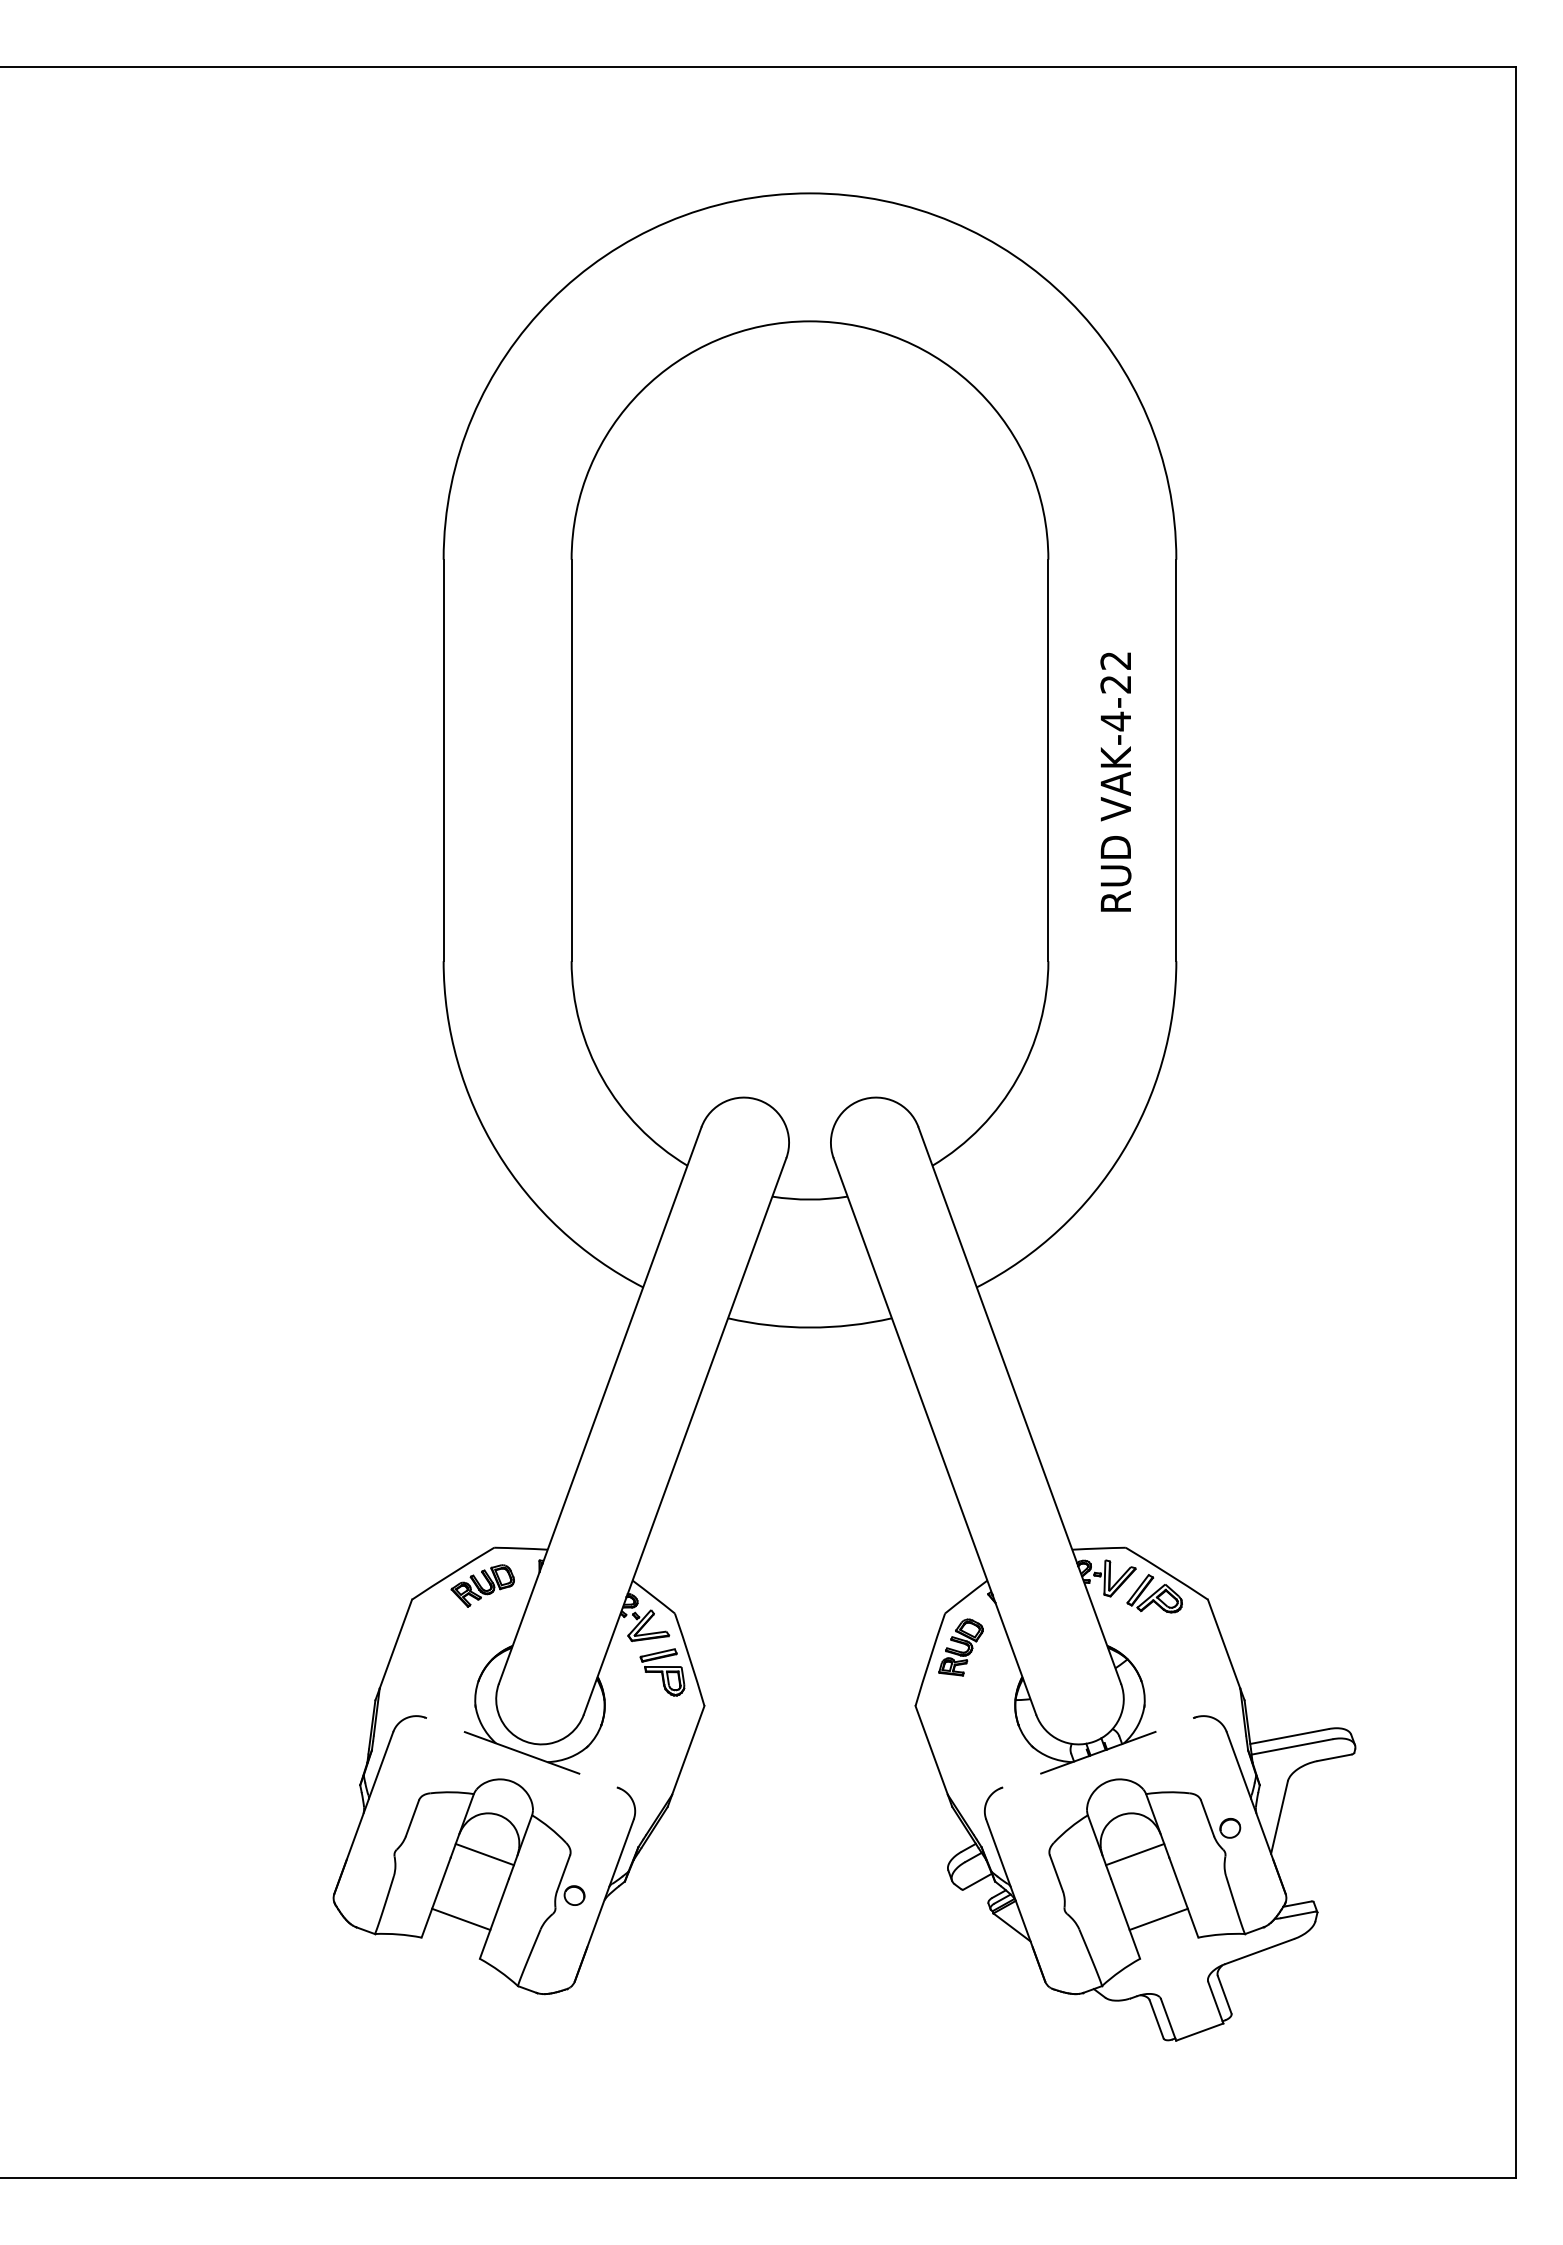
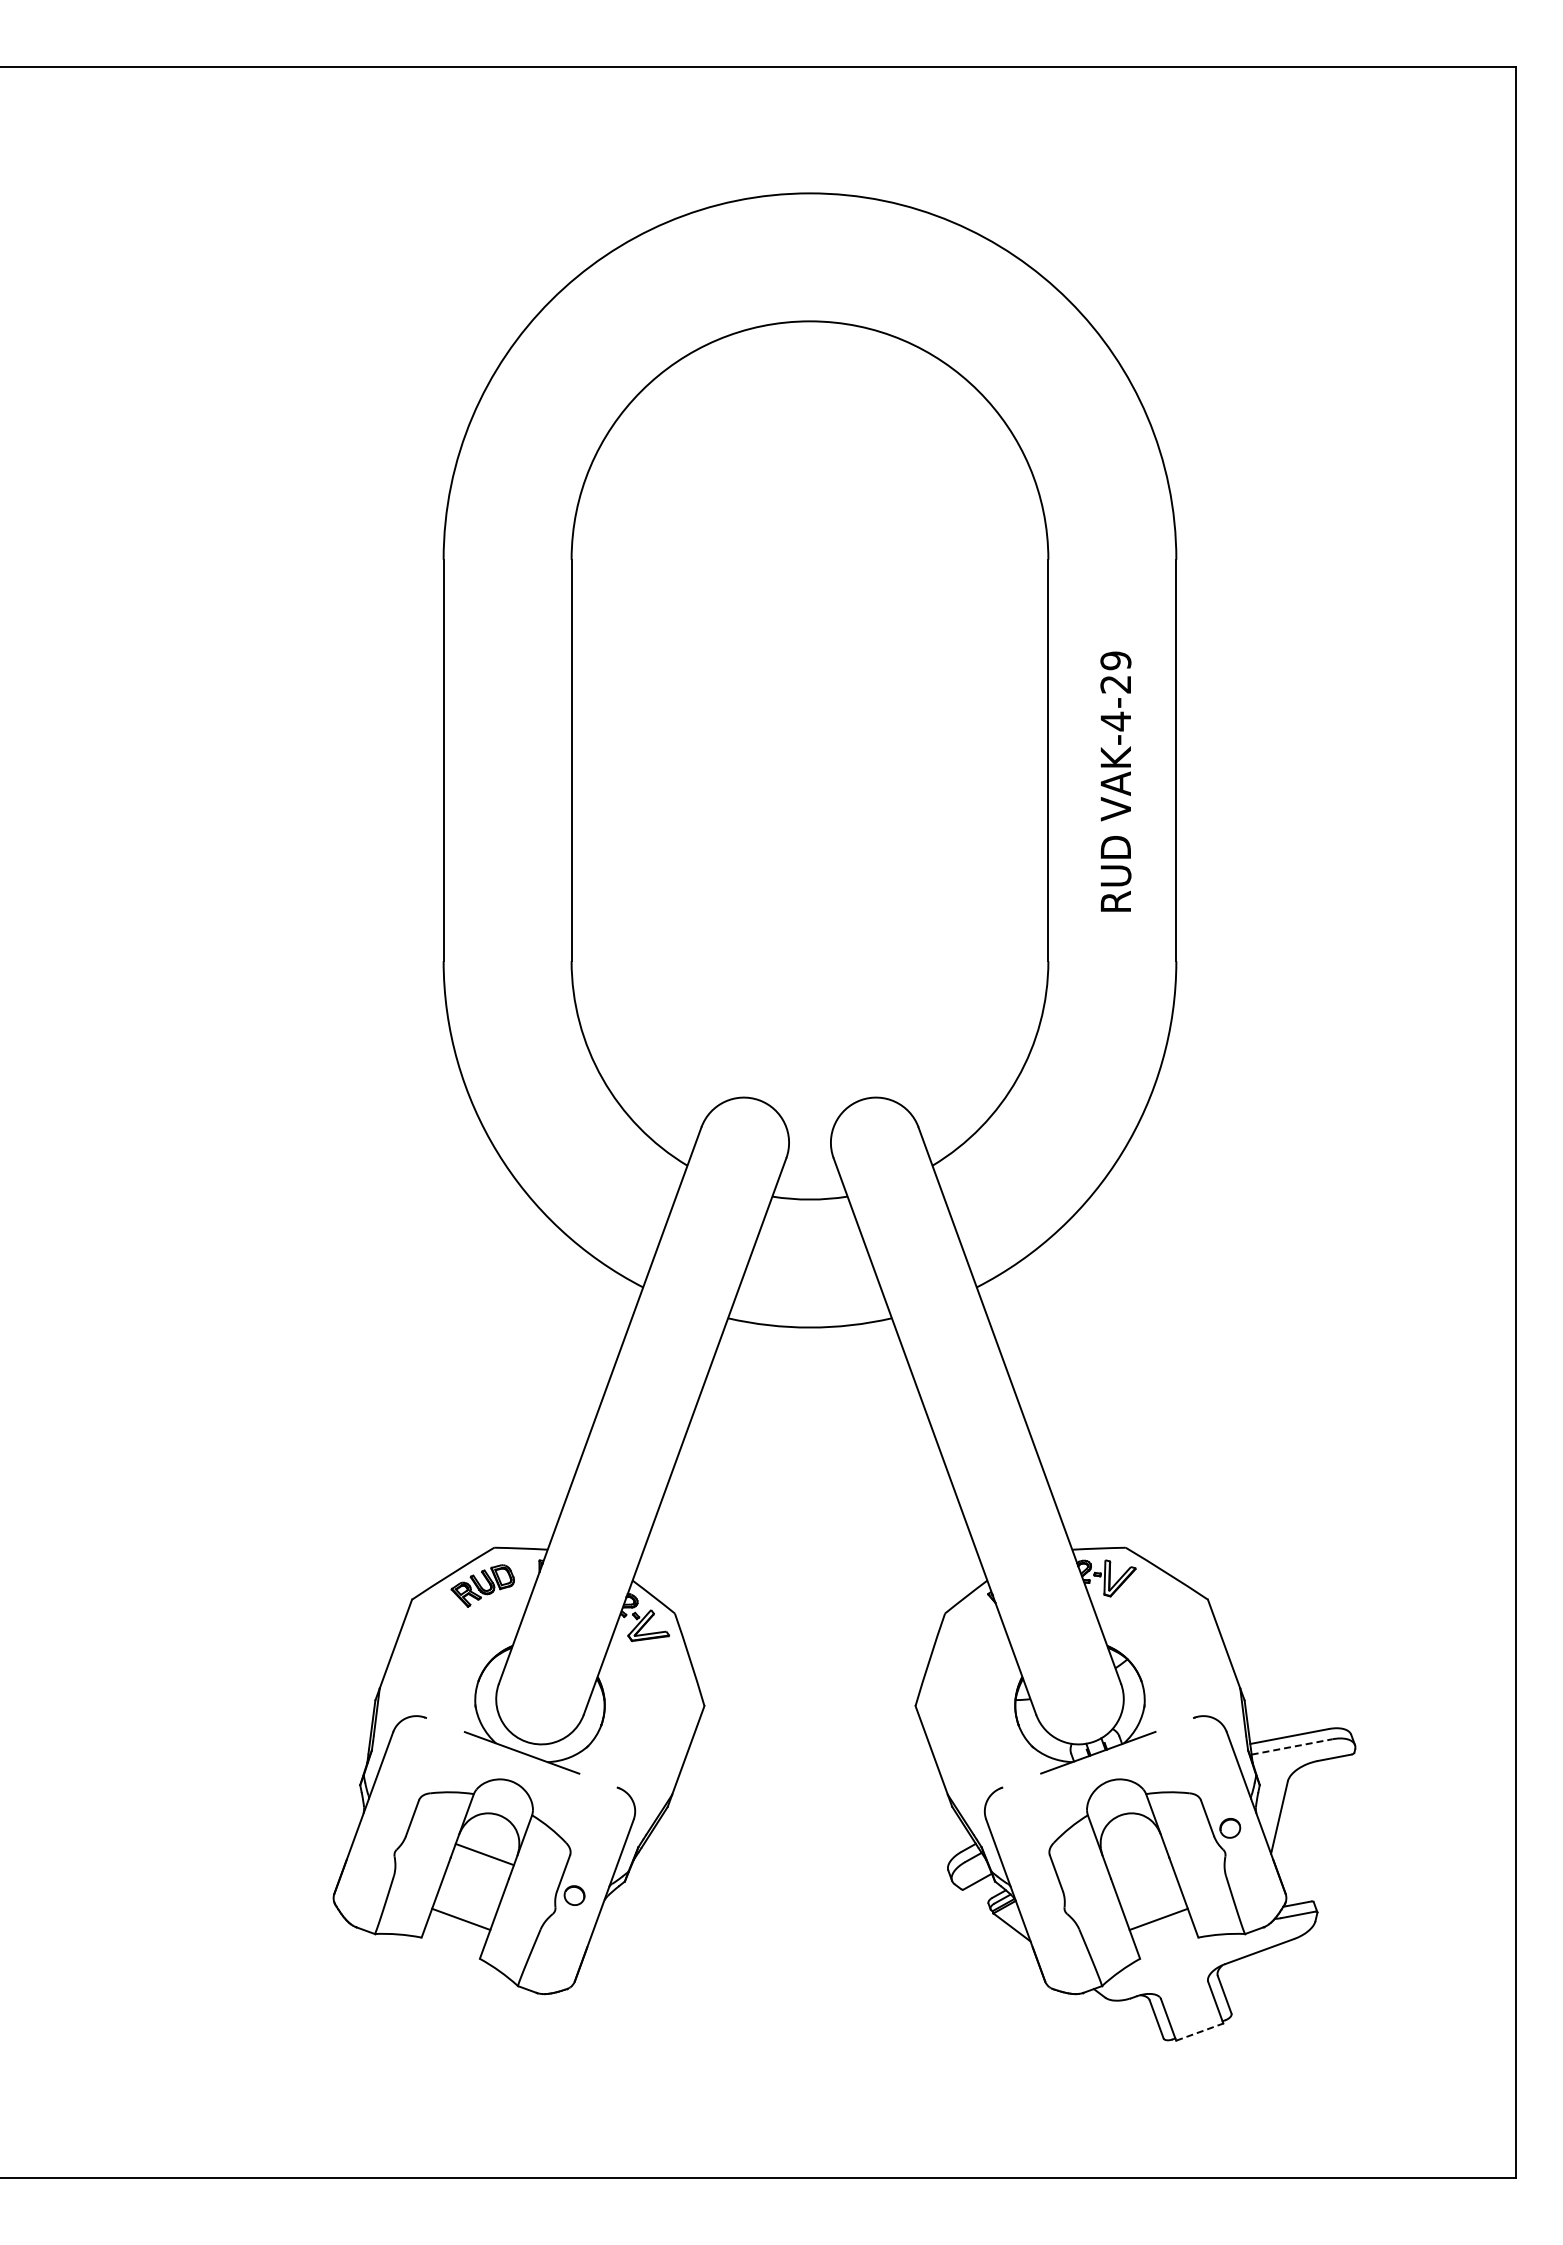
text at (1115, 660): VAK-4-22 -> VAK-4-29
part at (1154, 1593): present -> none
part at (960, 1647): present -> none
part at (662, 1672): present -> none
line at (1292, 1746): solid -> dashed
line at (1135, 1854): present -> none
line at (1200, 2031): solid -> dashed
